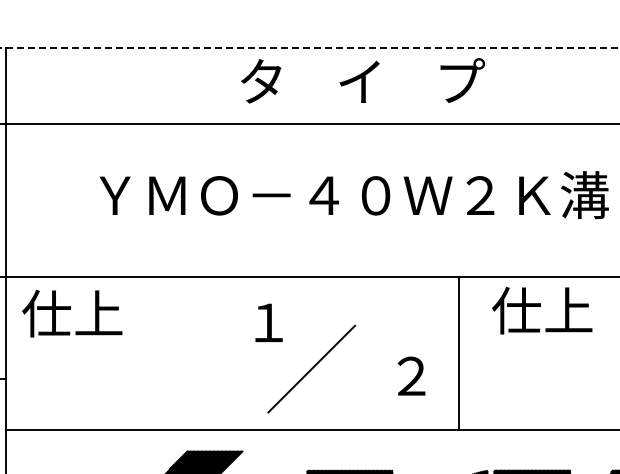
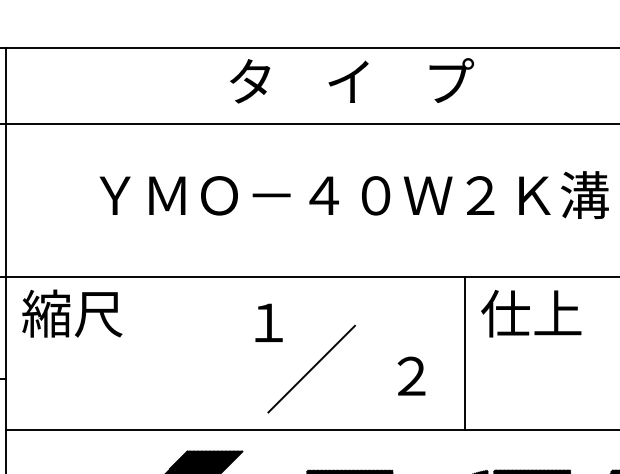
line at (310, 47): dashed -> solid
text at (363, 80) position: (363, 80) -> (352, 80)
text at (542, 310) position: (542, 310) -> (531, 313)
text at (72, 313): 仕上 -> 縮尺
line at (458, 353) position: (458, 353) -> (464, 353)
